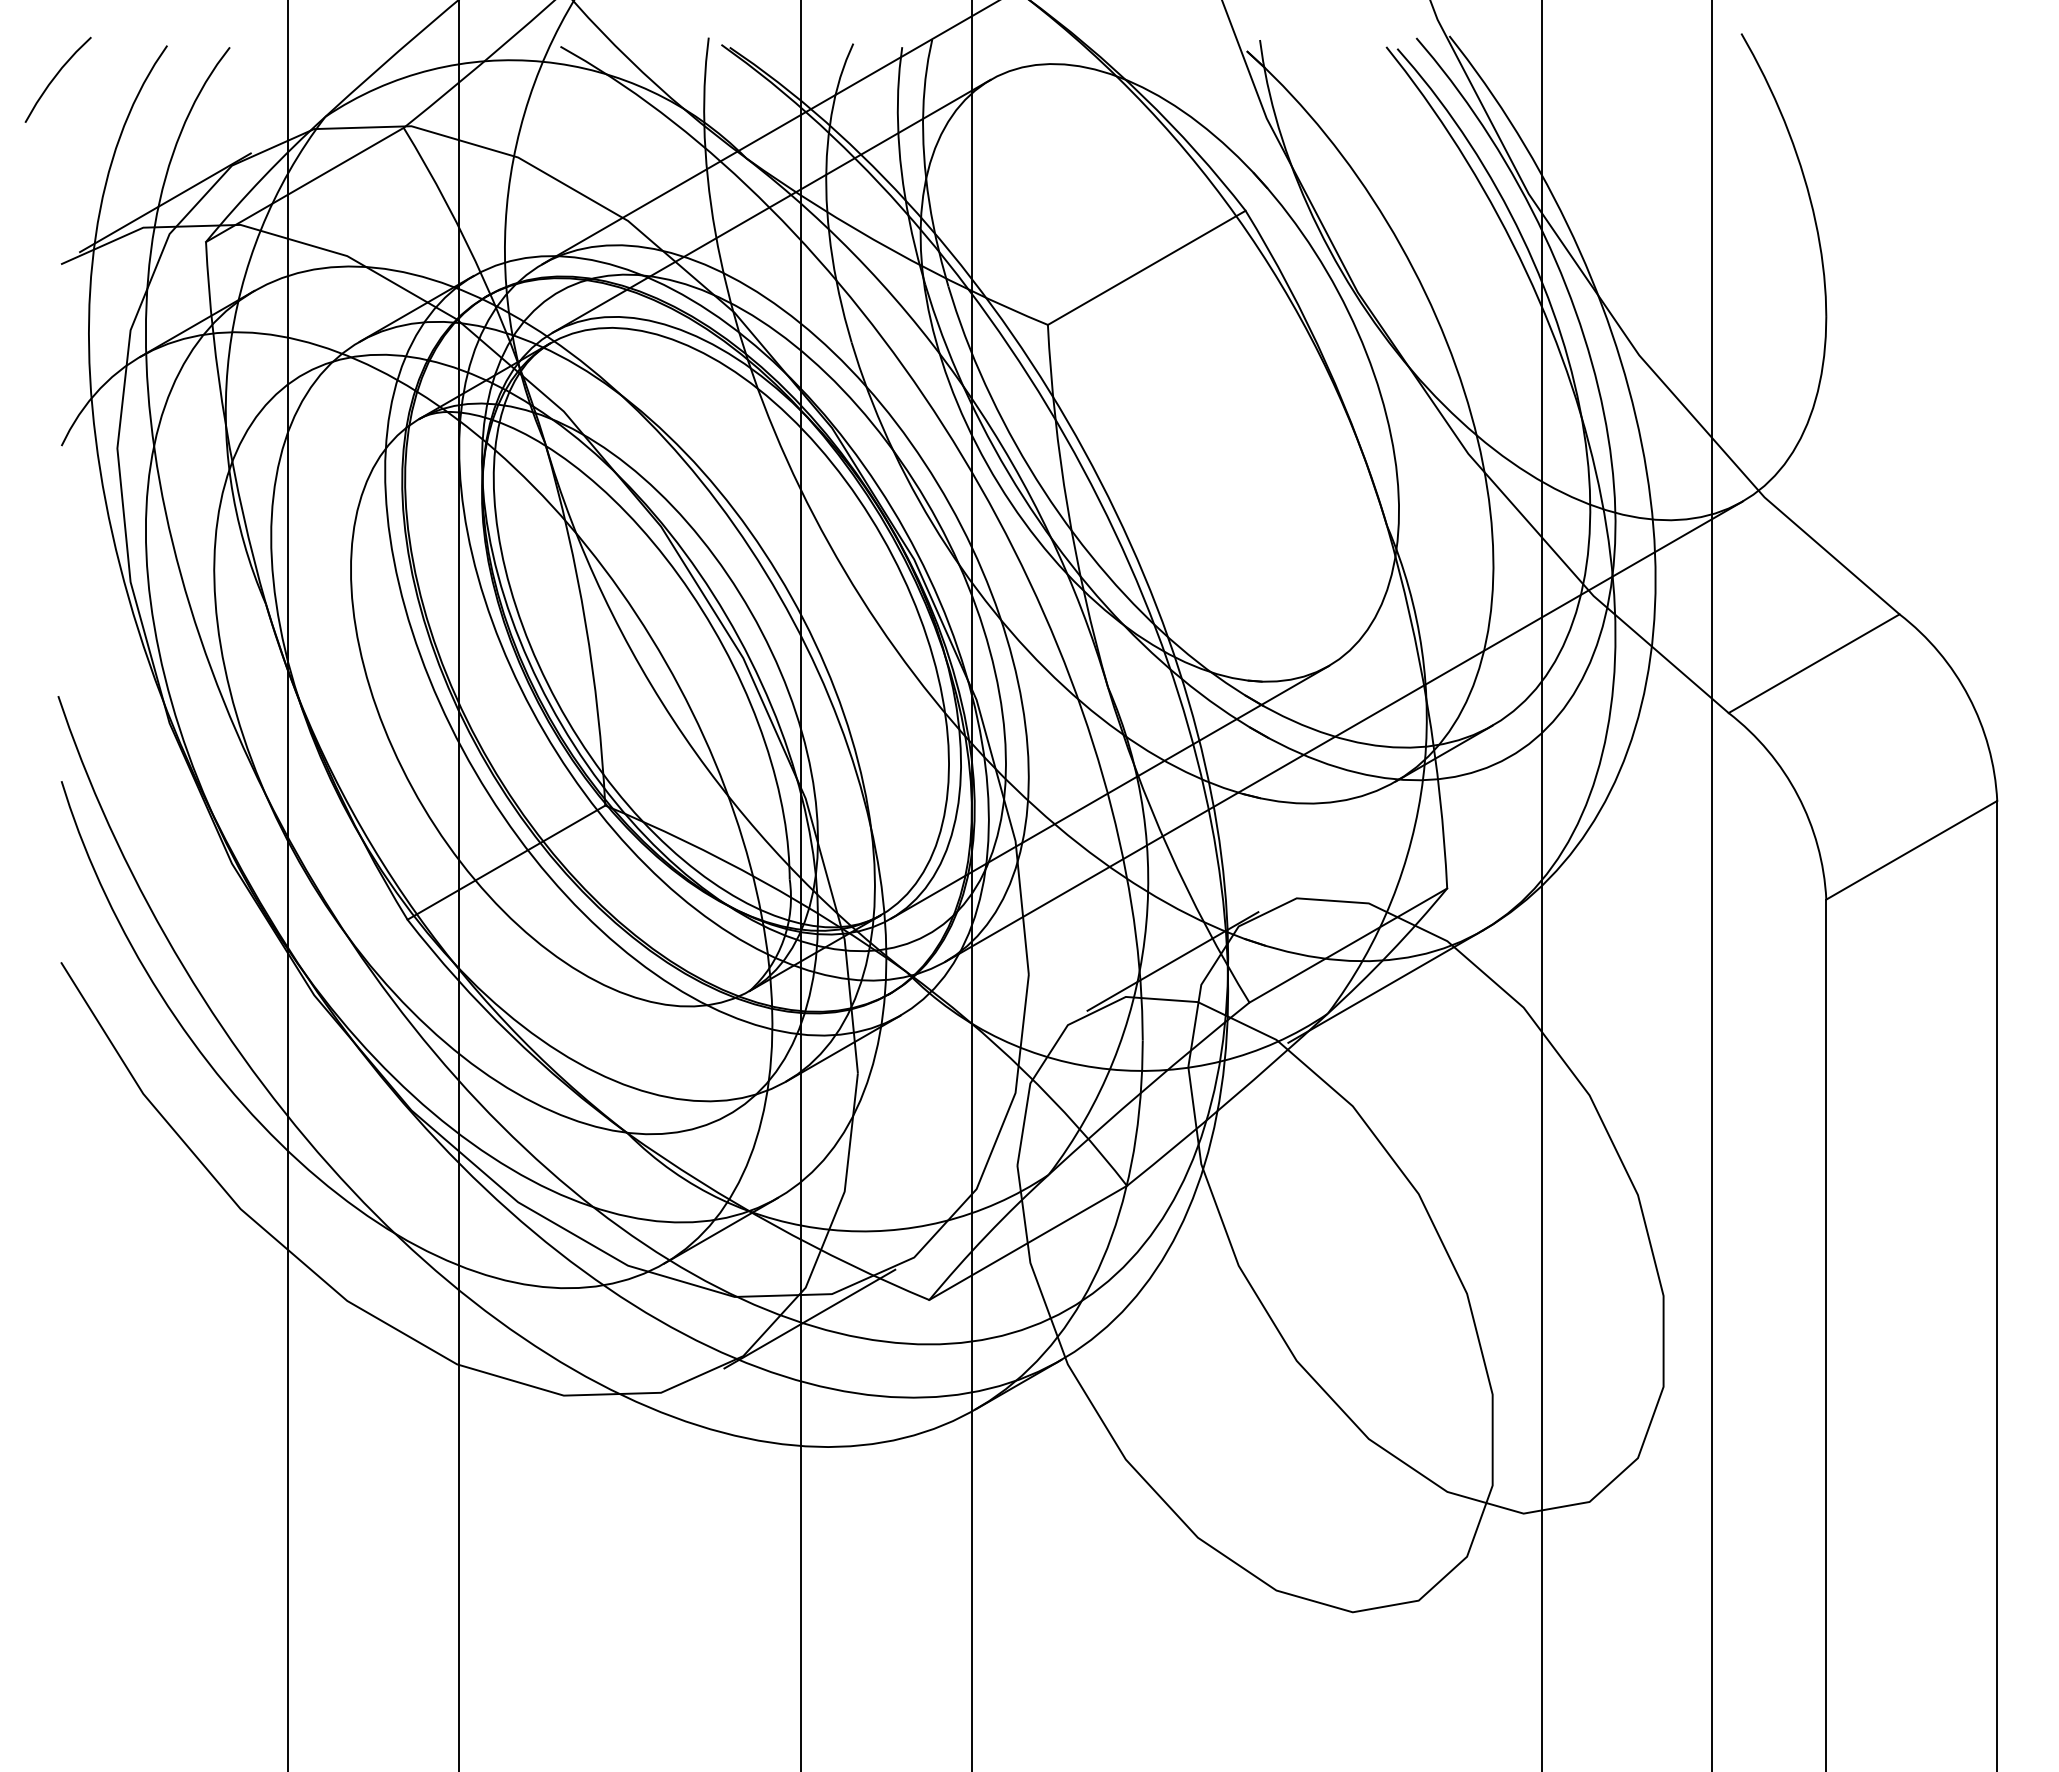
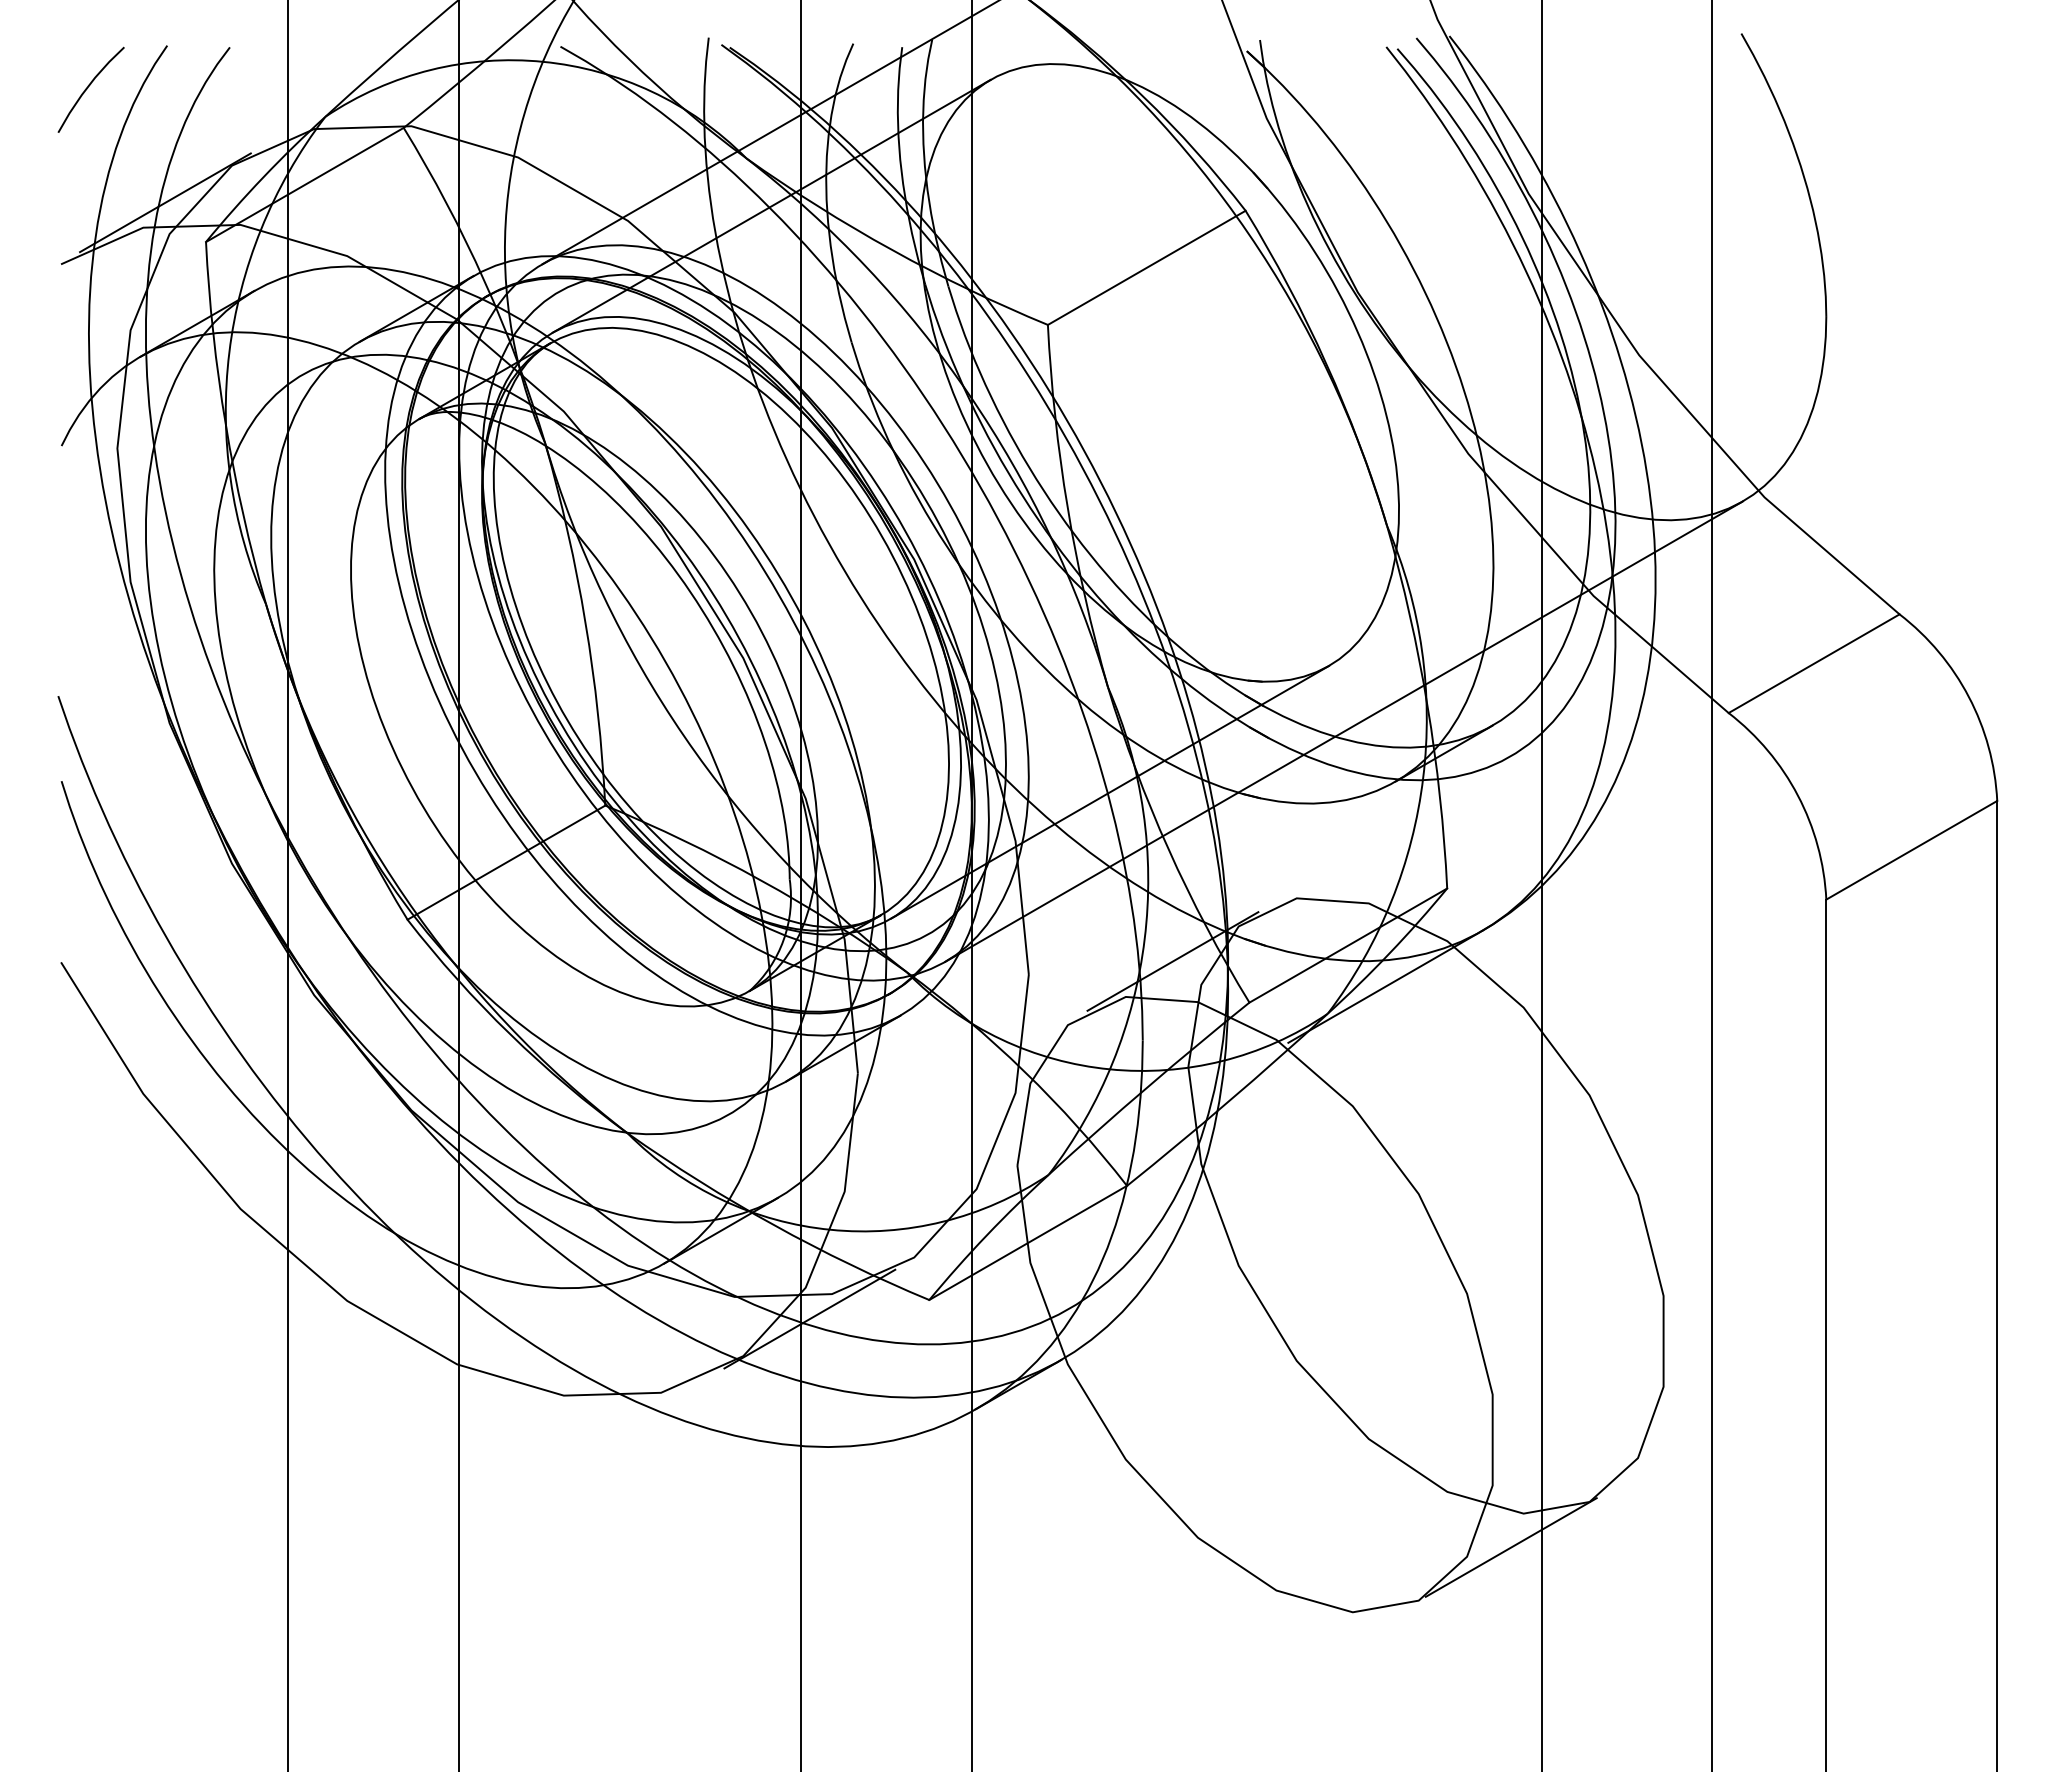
curve at (55, 78) position: (55, 78) -> (88, 88)
line at (1510, 1547): none -> present
